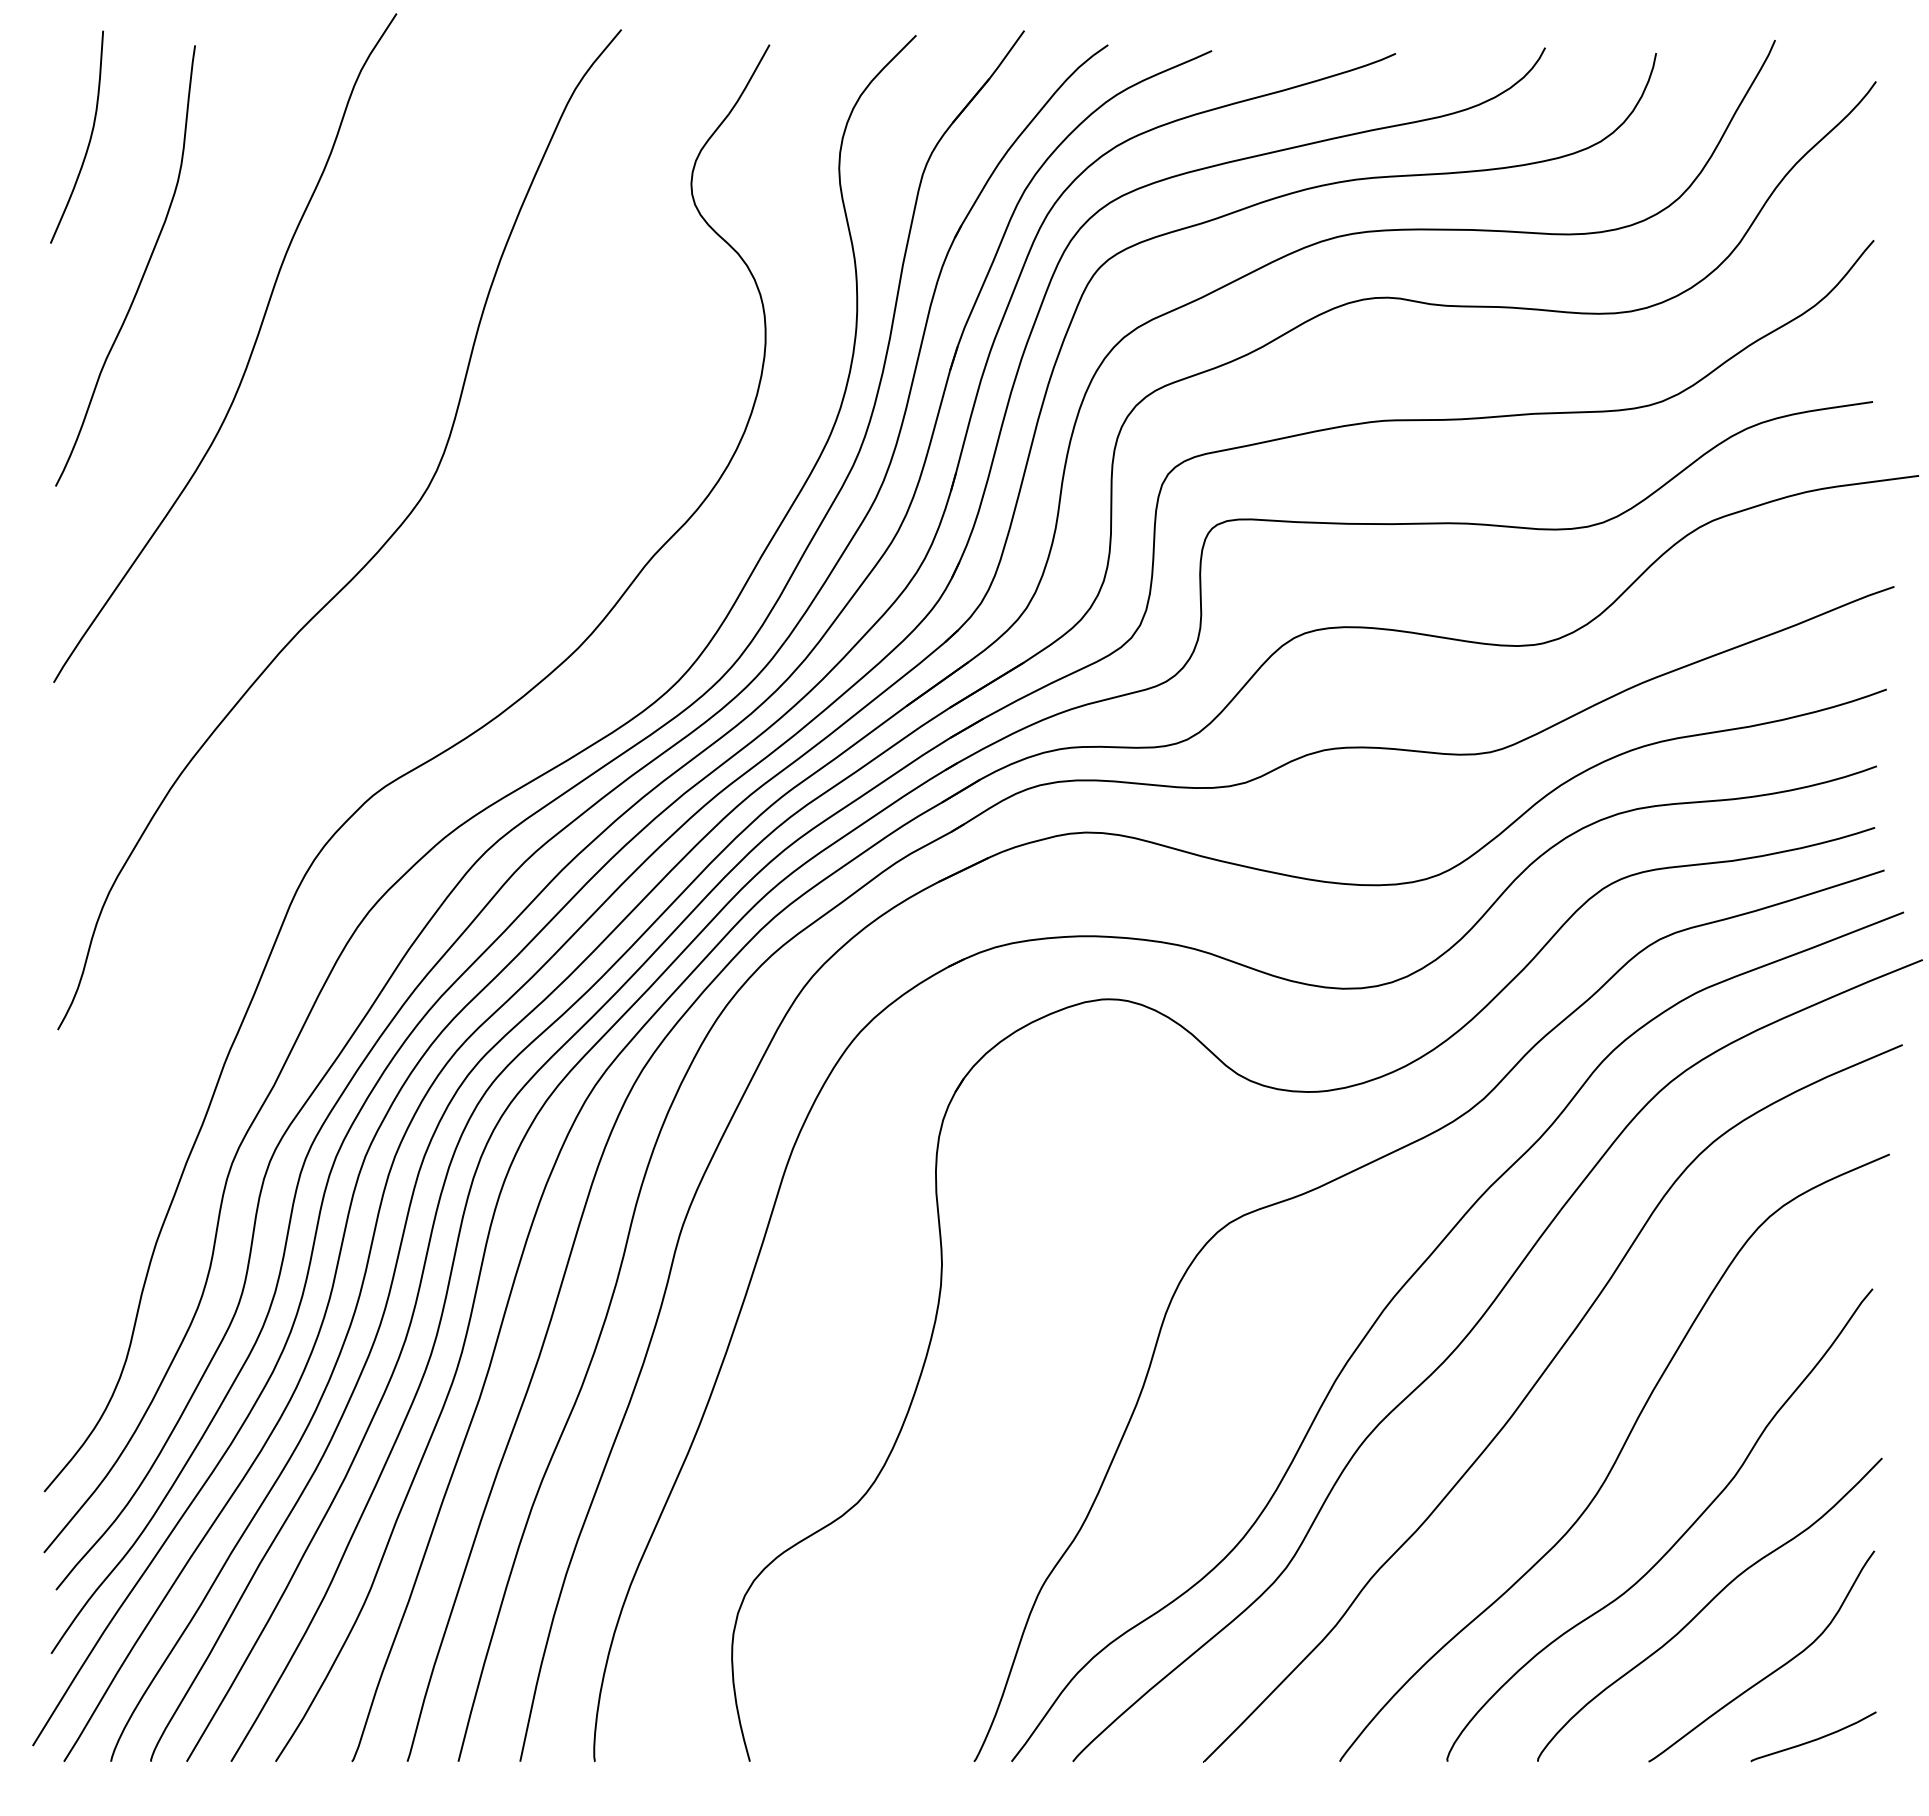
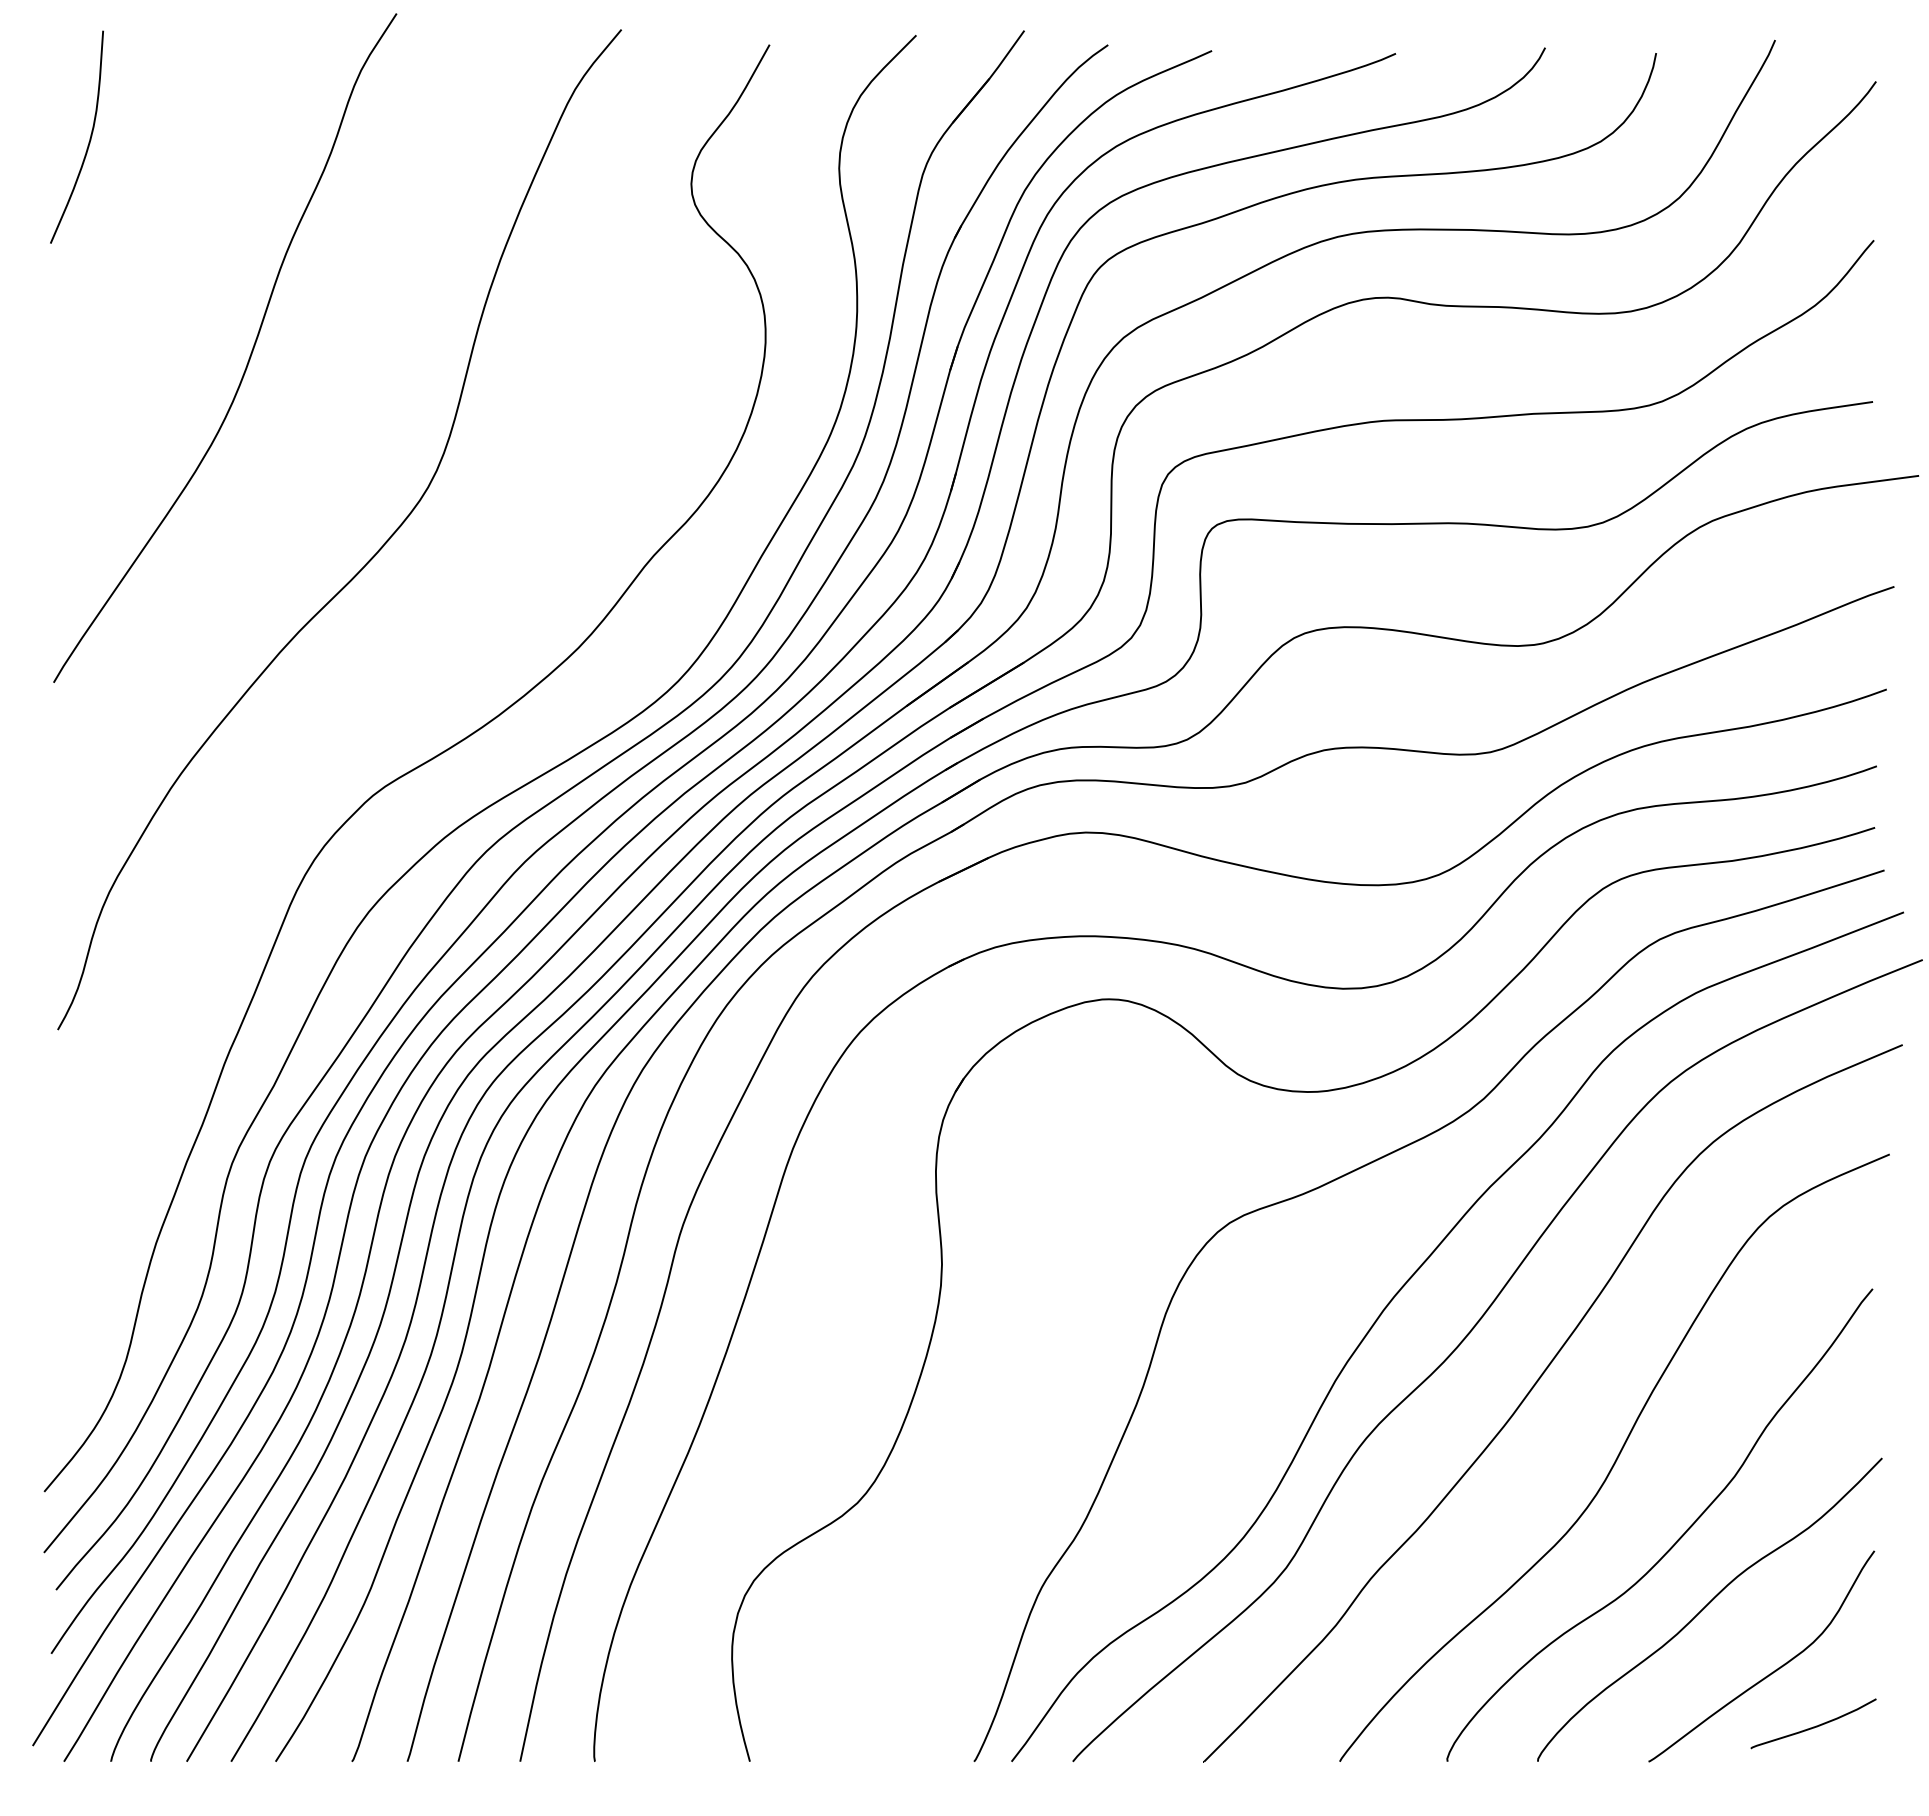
curve at (142, 274): present -> none
curve at (1813, 1739) position: (1813, 1739) -> (1813, 1726)
